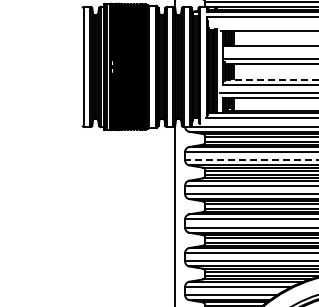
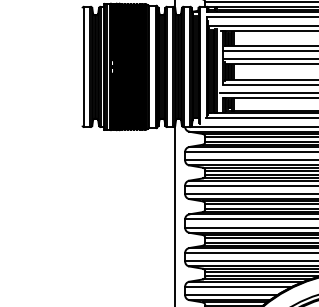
line at (261, 25): none -> present
line at (269, 50): none -> present
line at (271, 79): dashed -> solid
line at (251, 160): dashed -> solid
